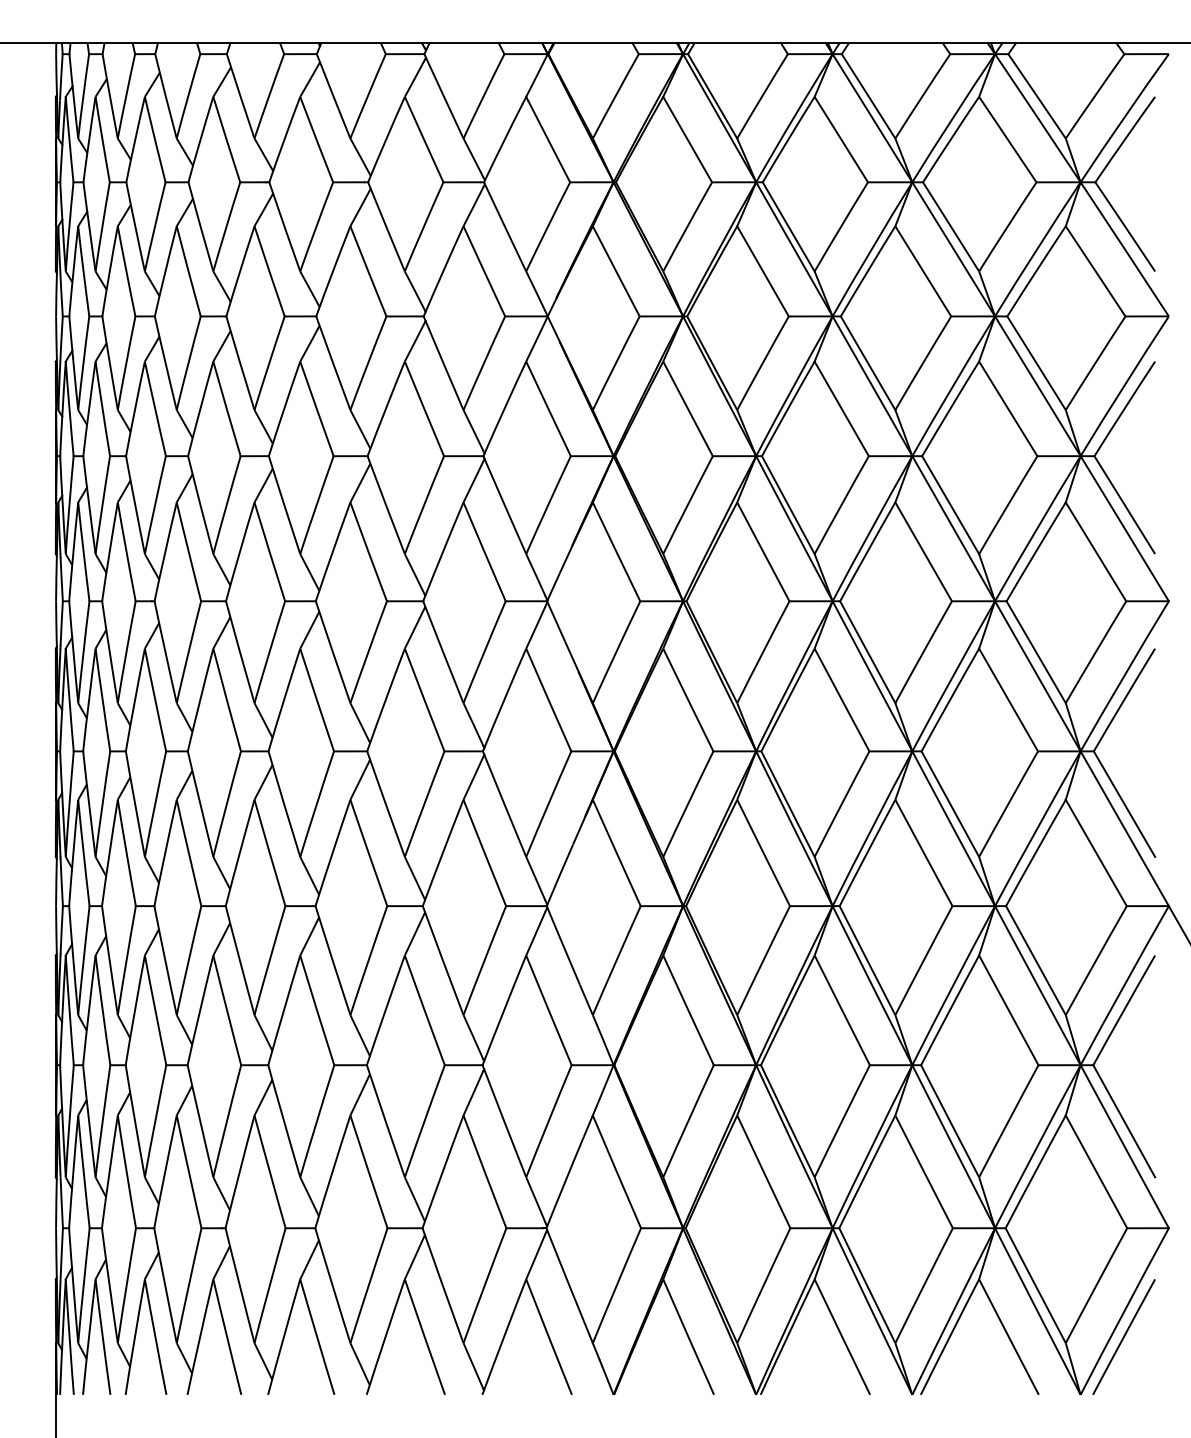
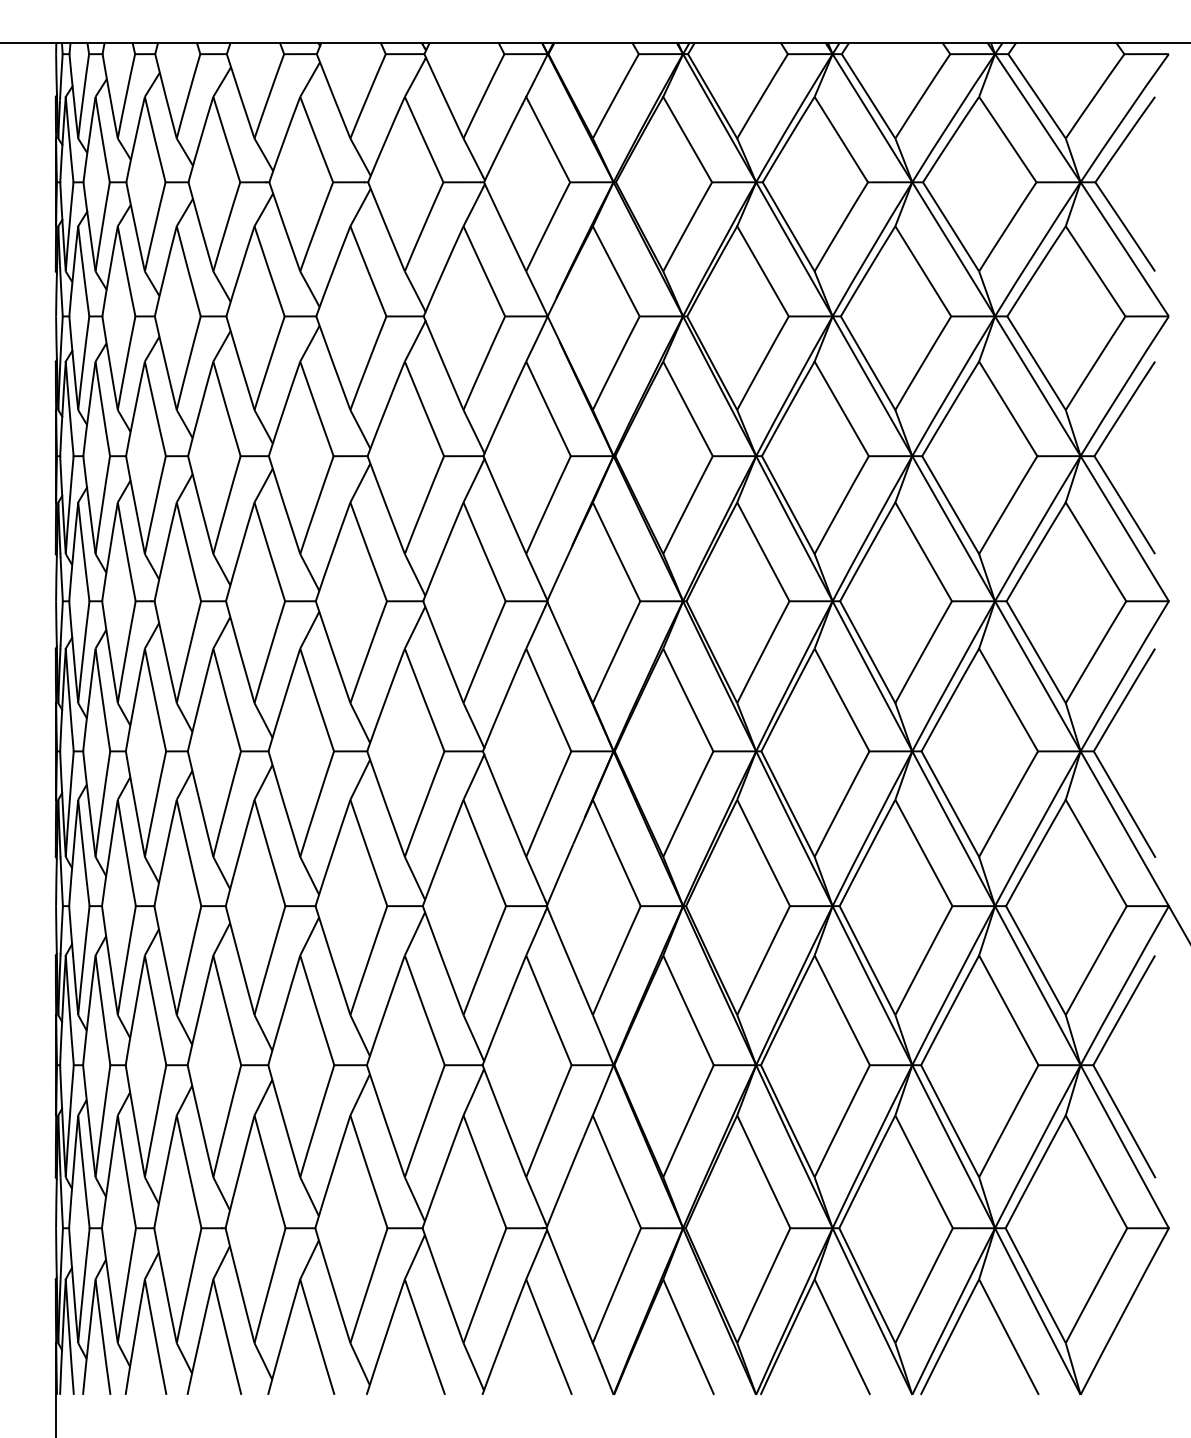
line at (1123, 1337): present -> none
